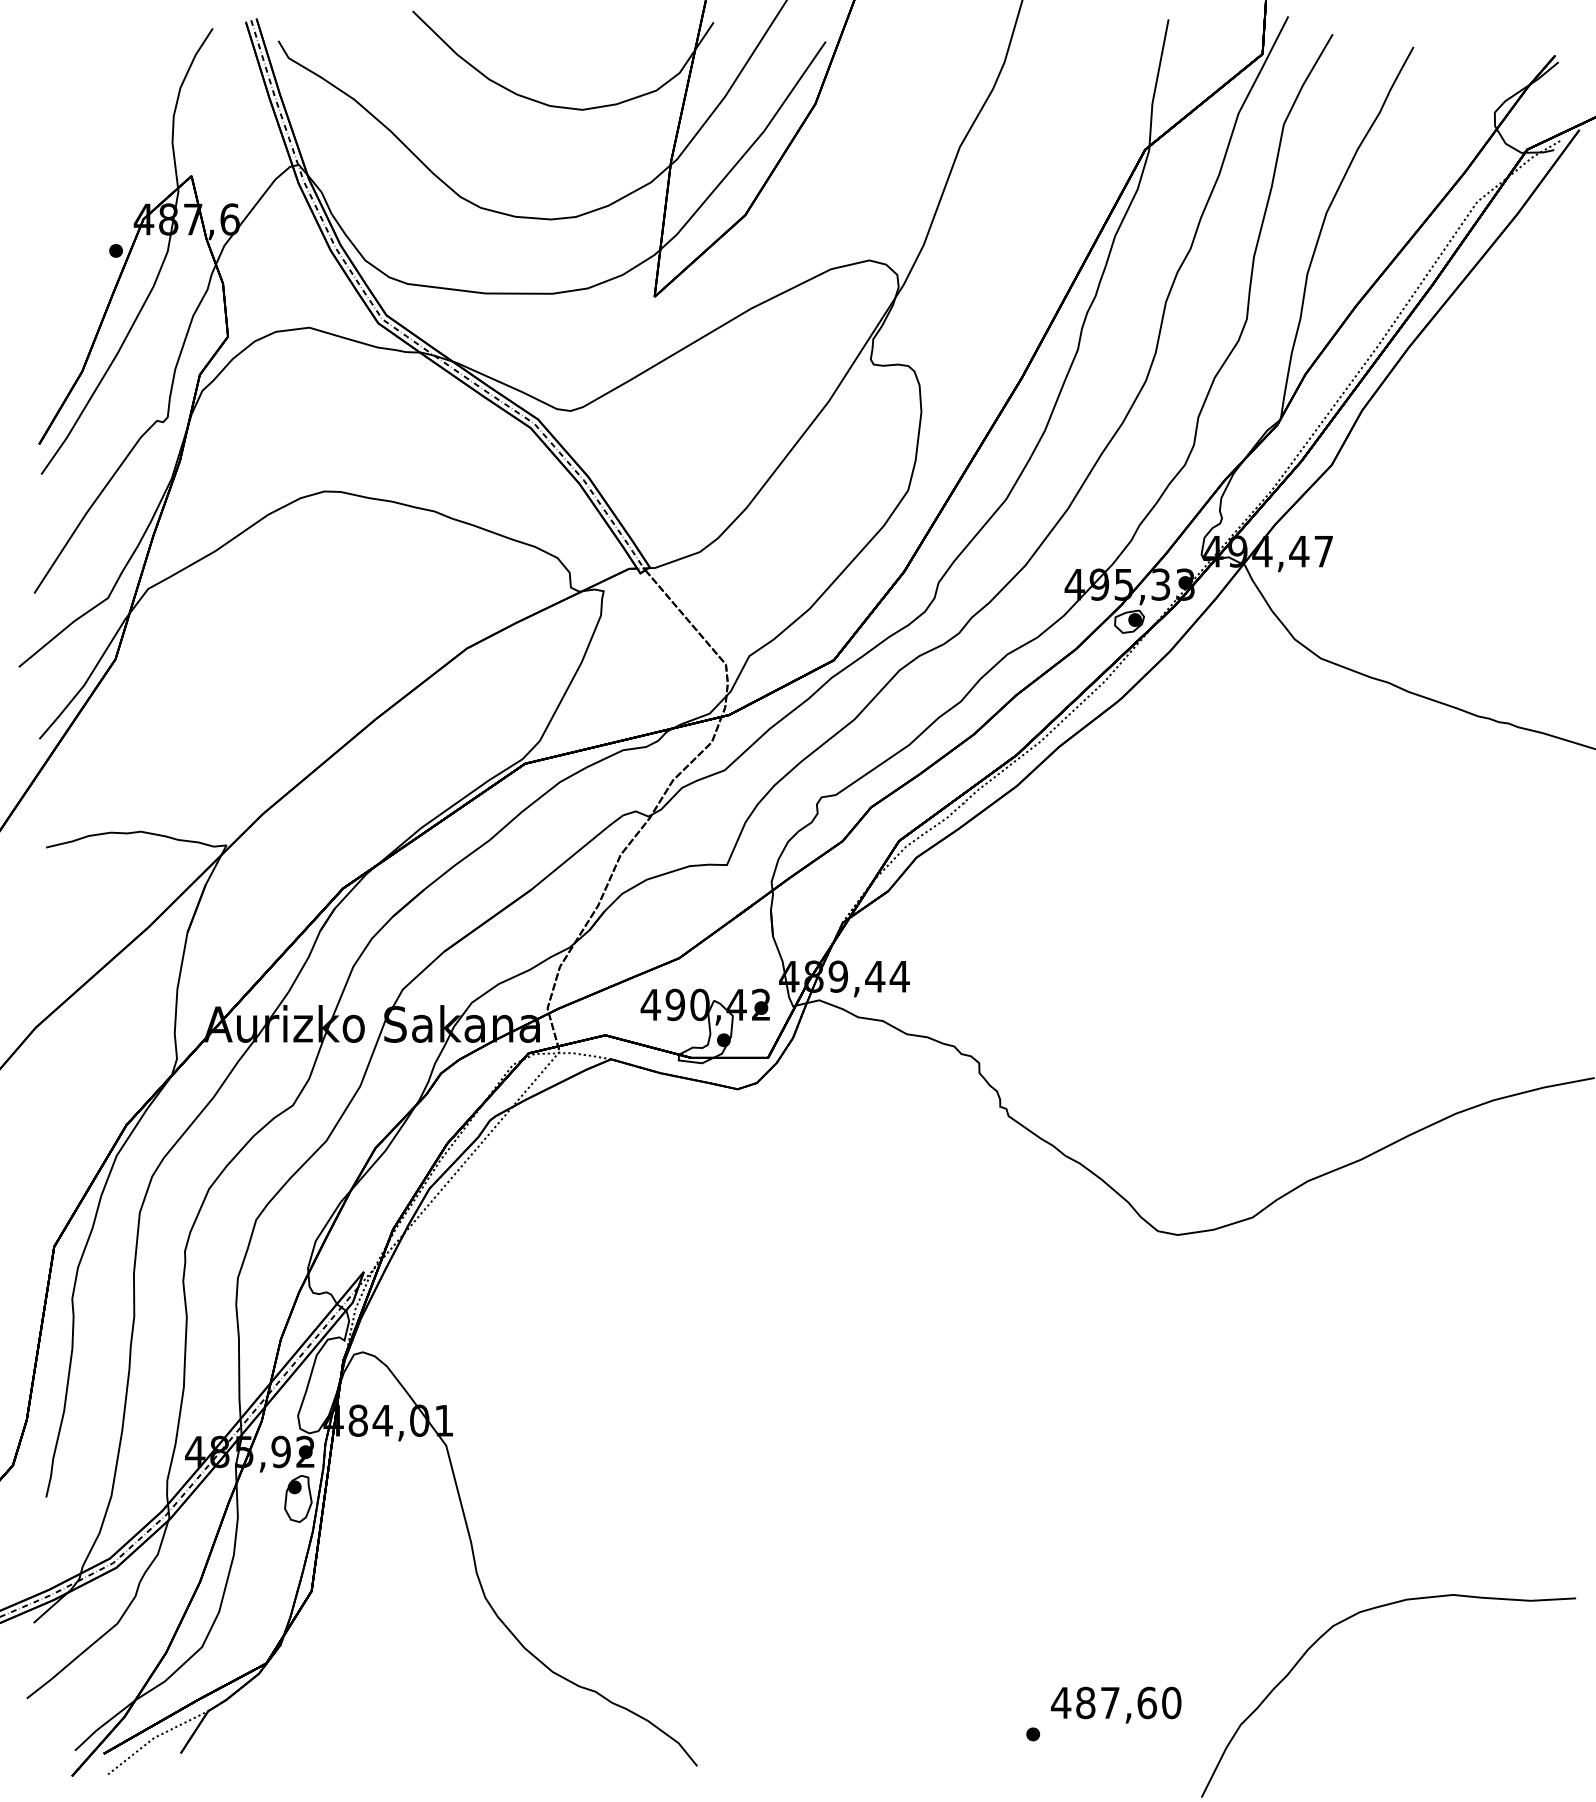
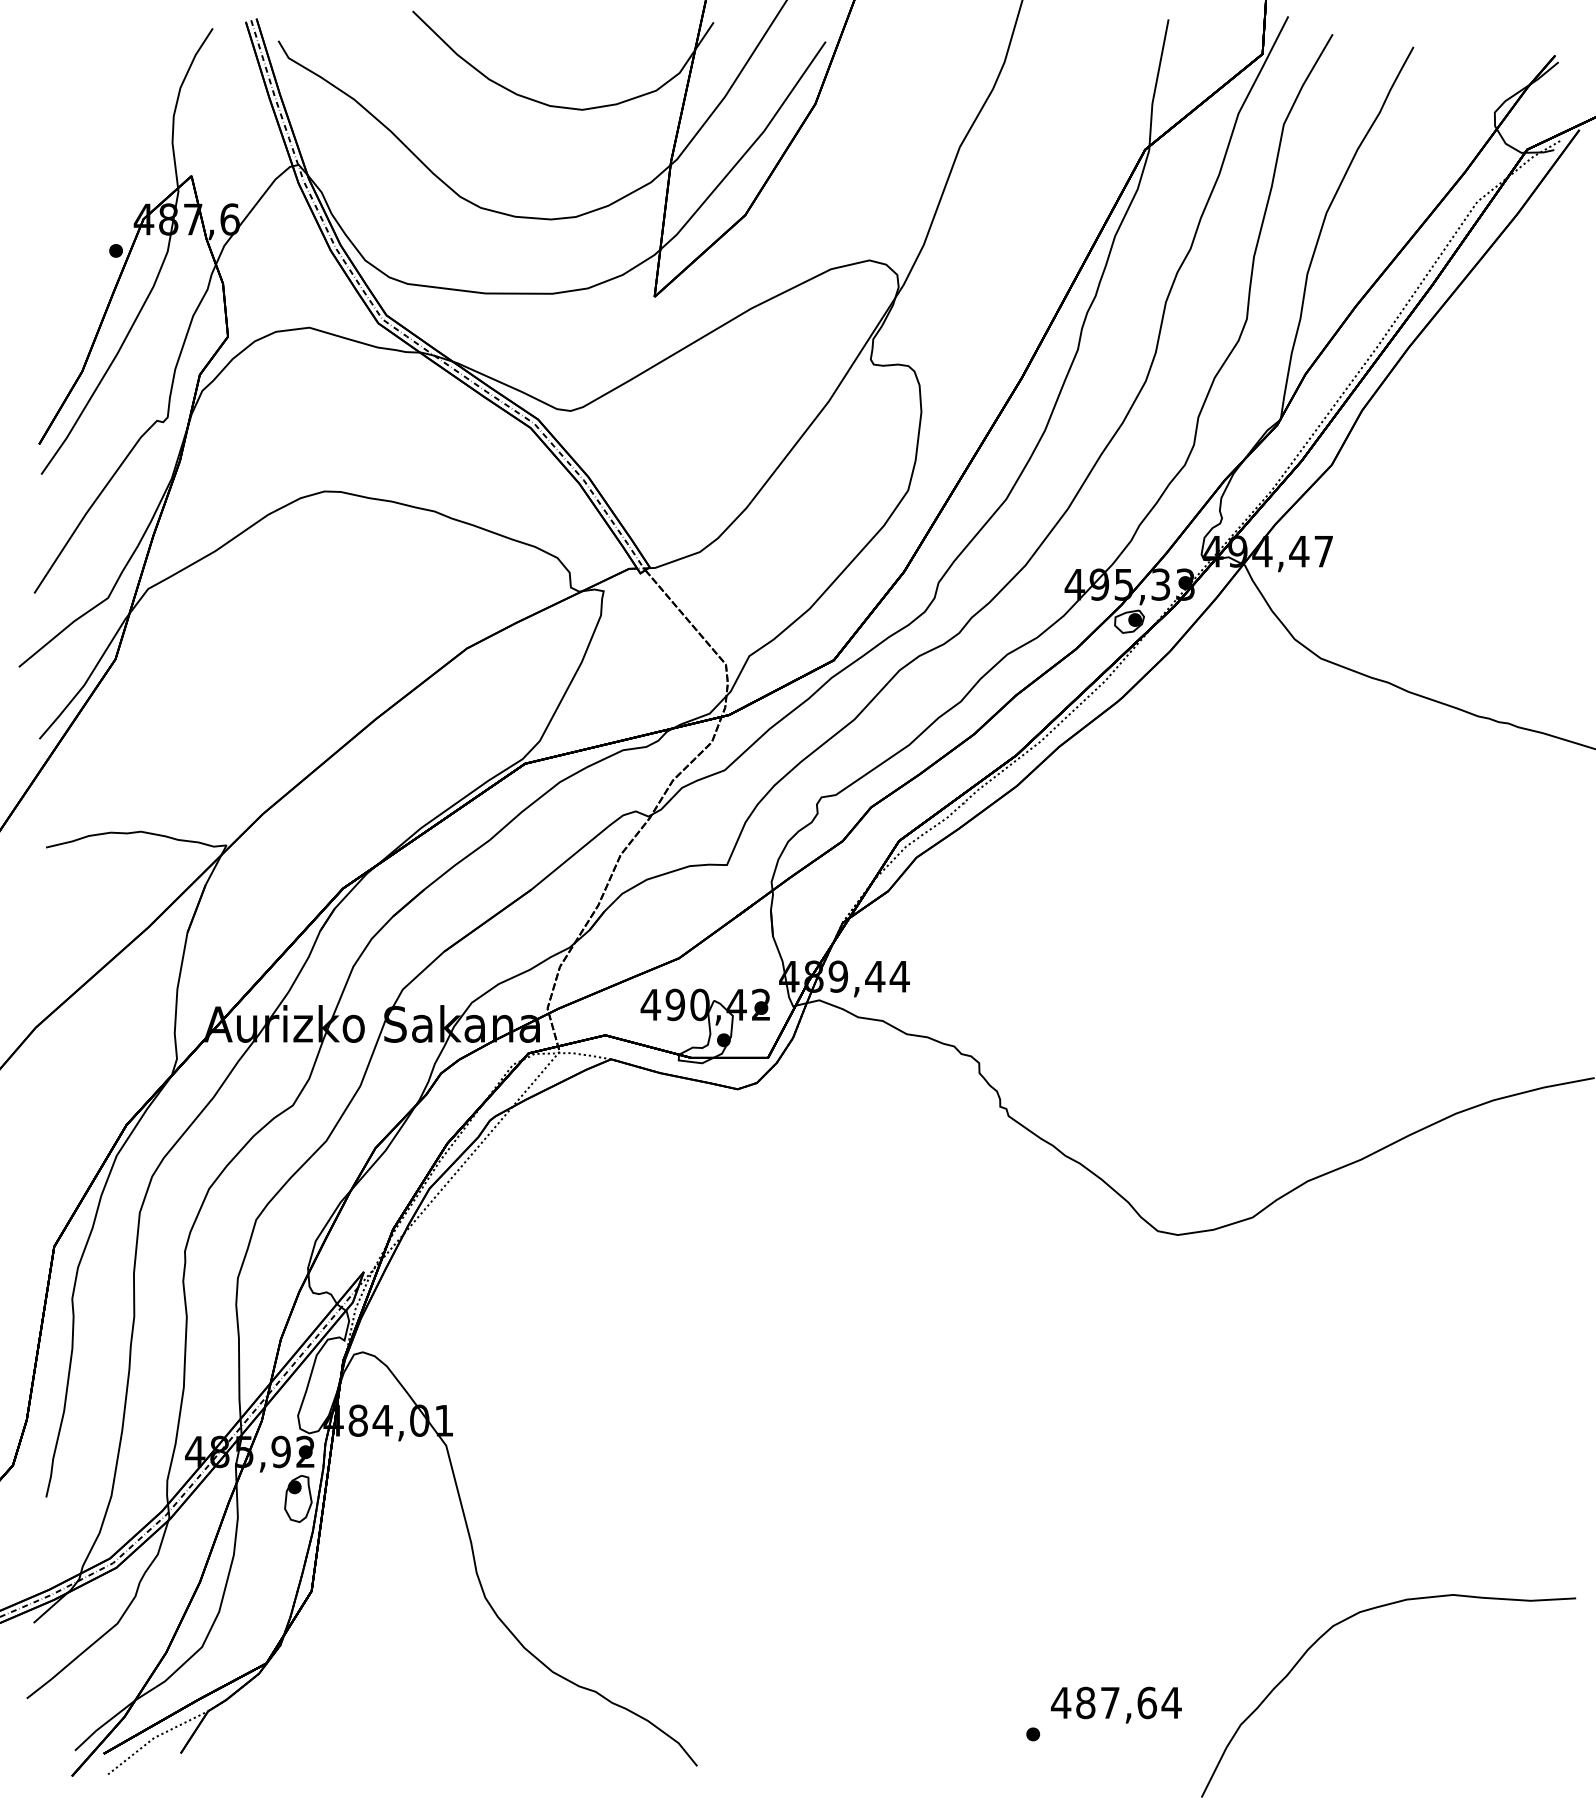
text at (1171, 1702): 487,60 -> 487,64
